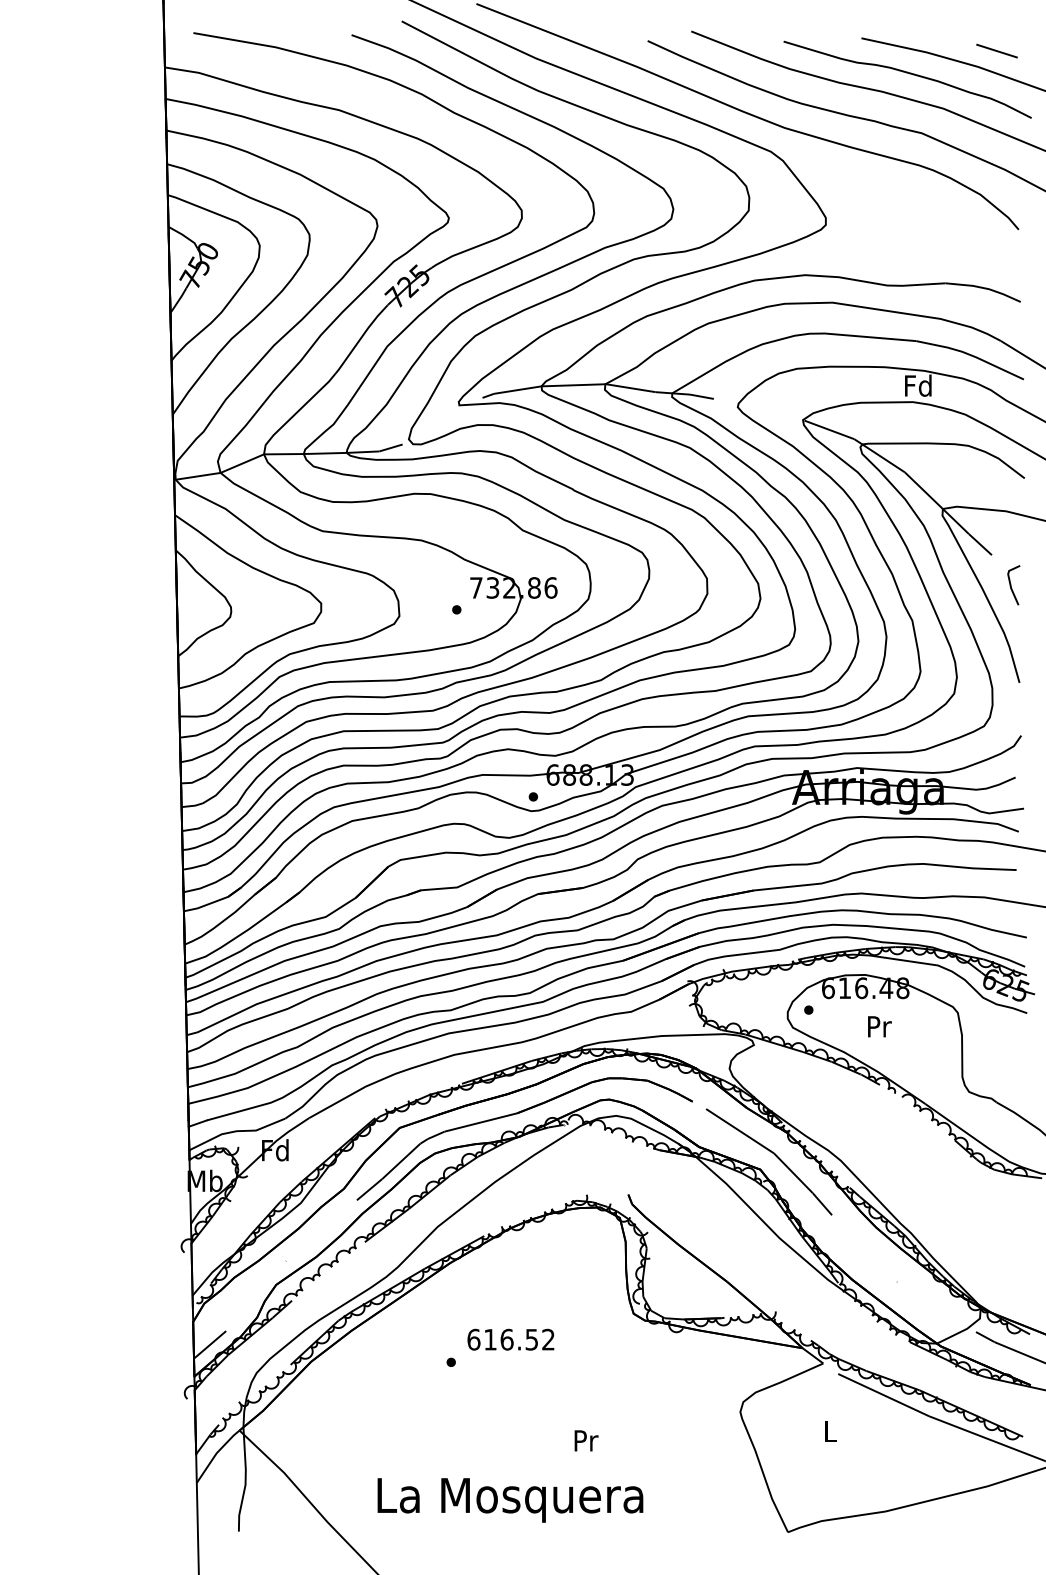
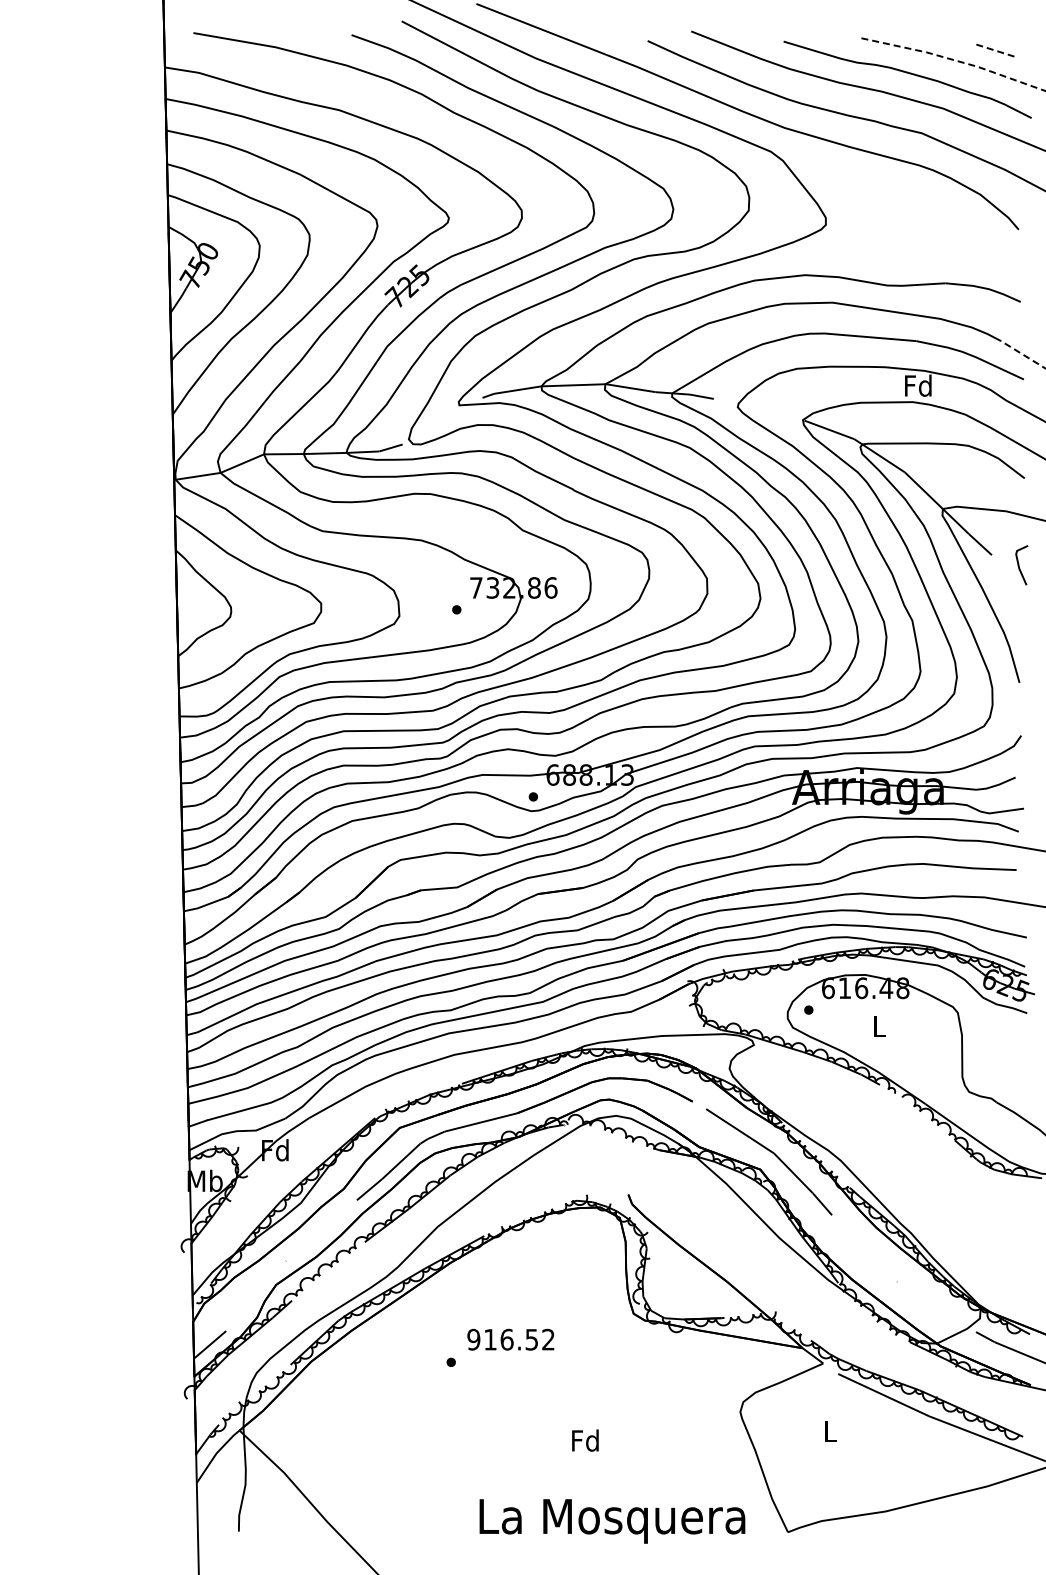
line at (997, 51): solid -> dashed
line at (955, 60): solid -> dashed
line at (1022, 354): solid -> dashed
line at (1011, 585) position: (1011, 585) -> (1019, 565)
text at (879, 1026): Pr -> L
text at (473, 1339): 616.52 -> 916.52
text at (585, 1440): Pr -> Fd
text at (510, 1500) position: (510, 1500) -> (612, 1521)
